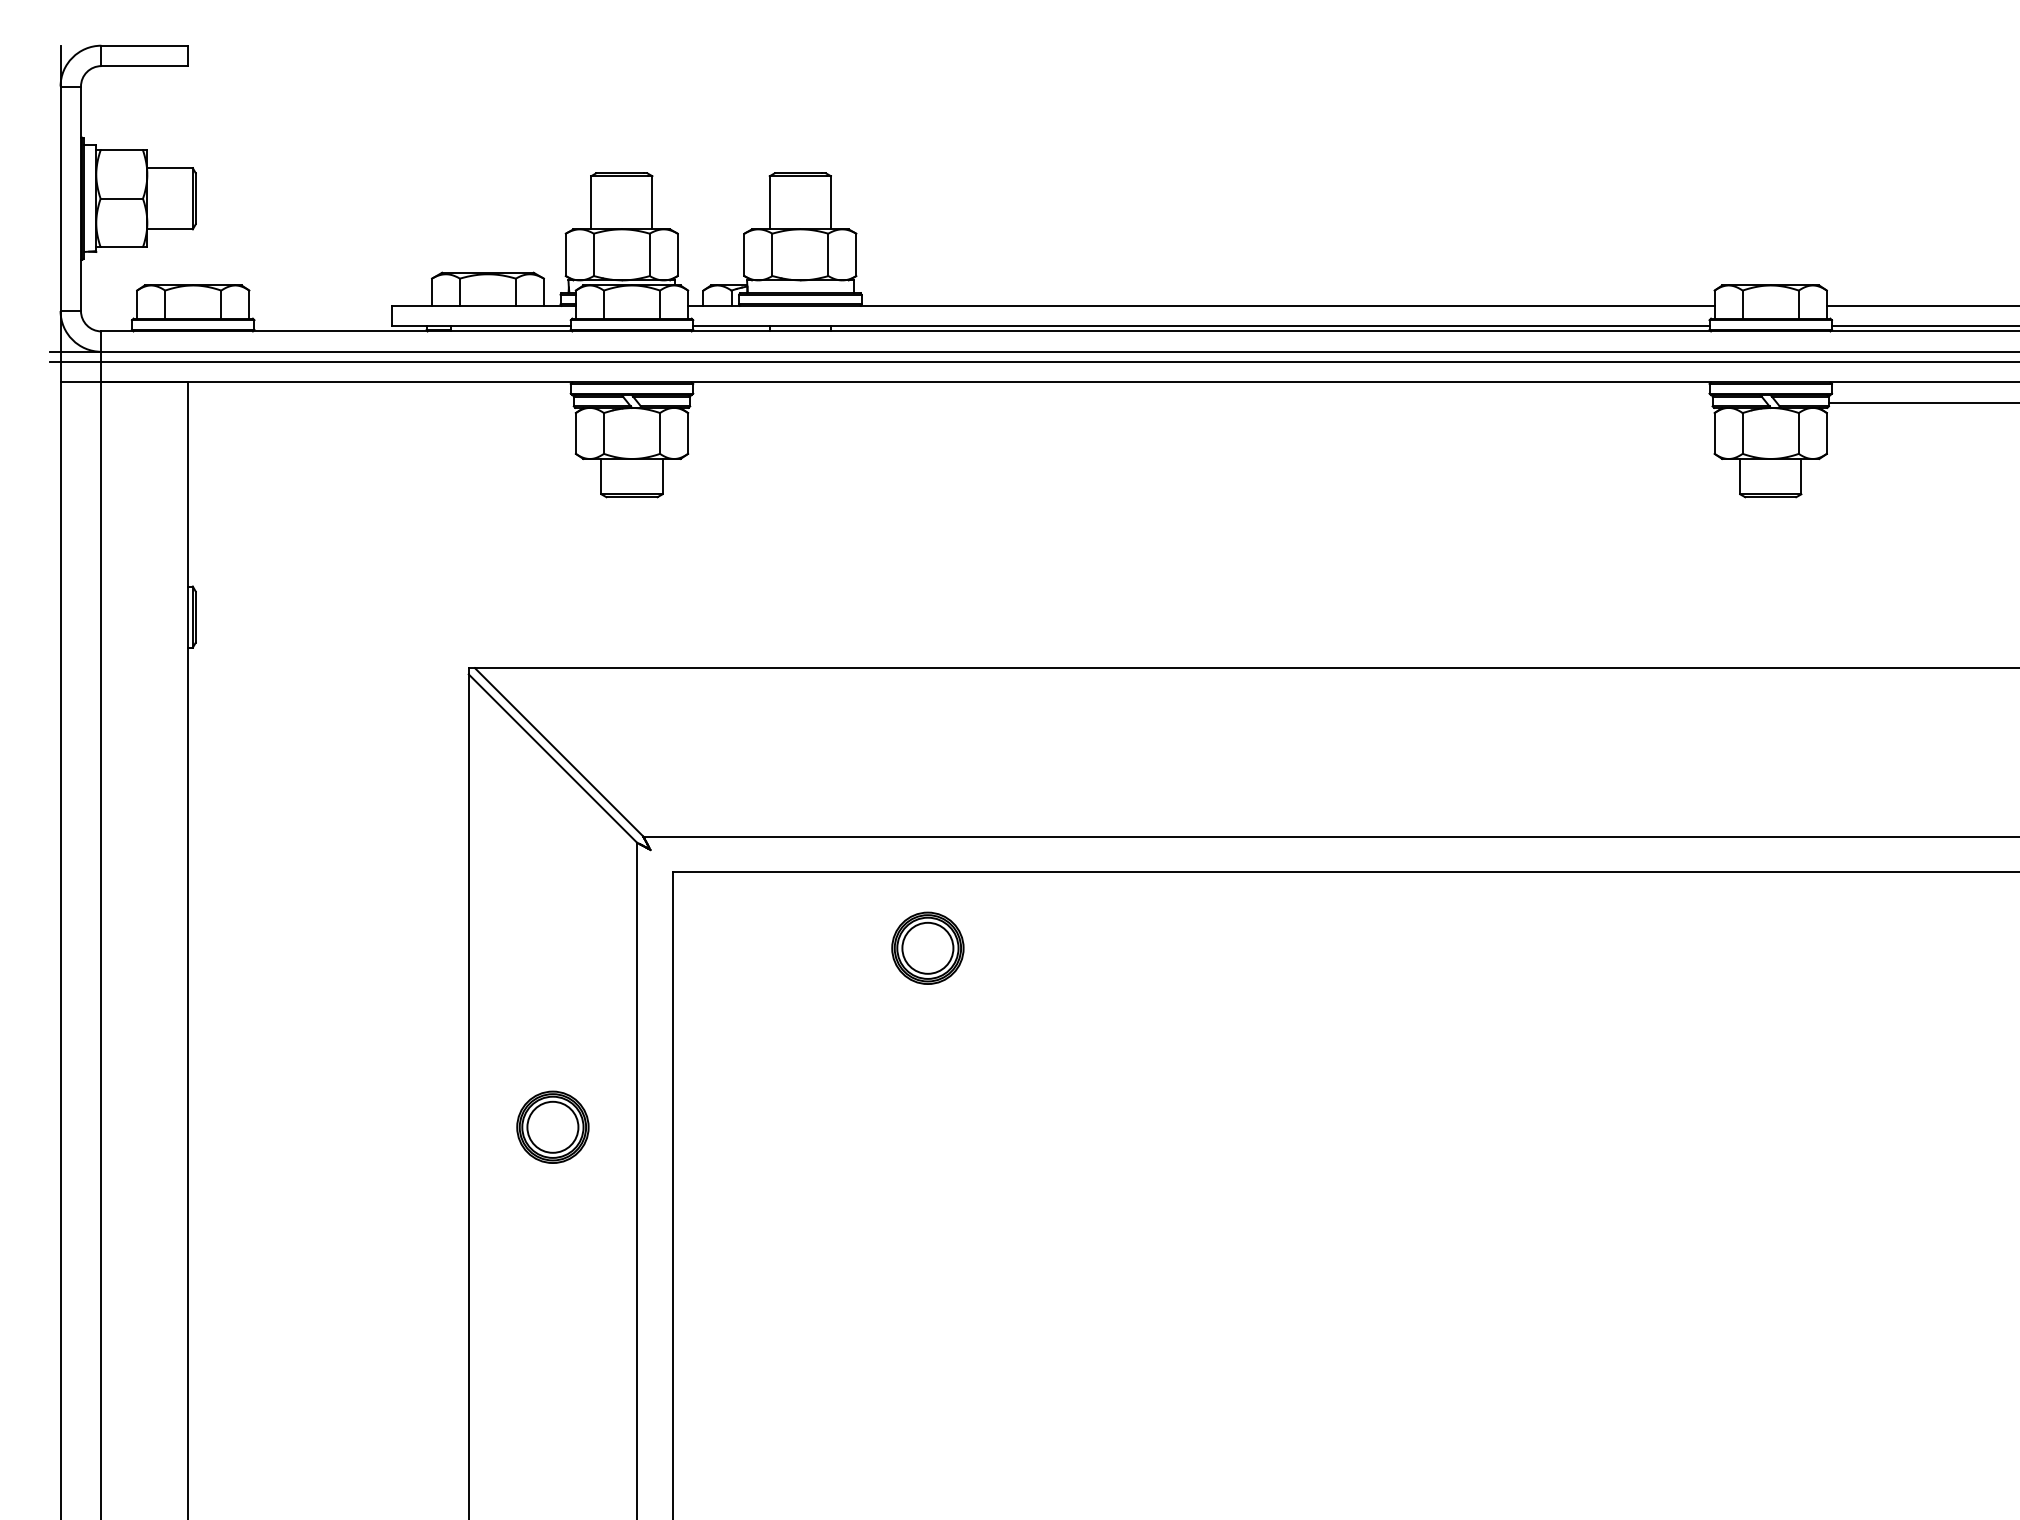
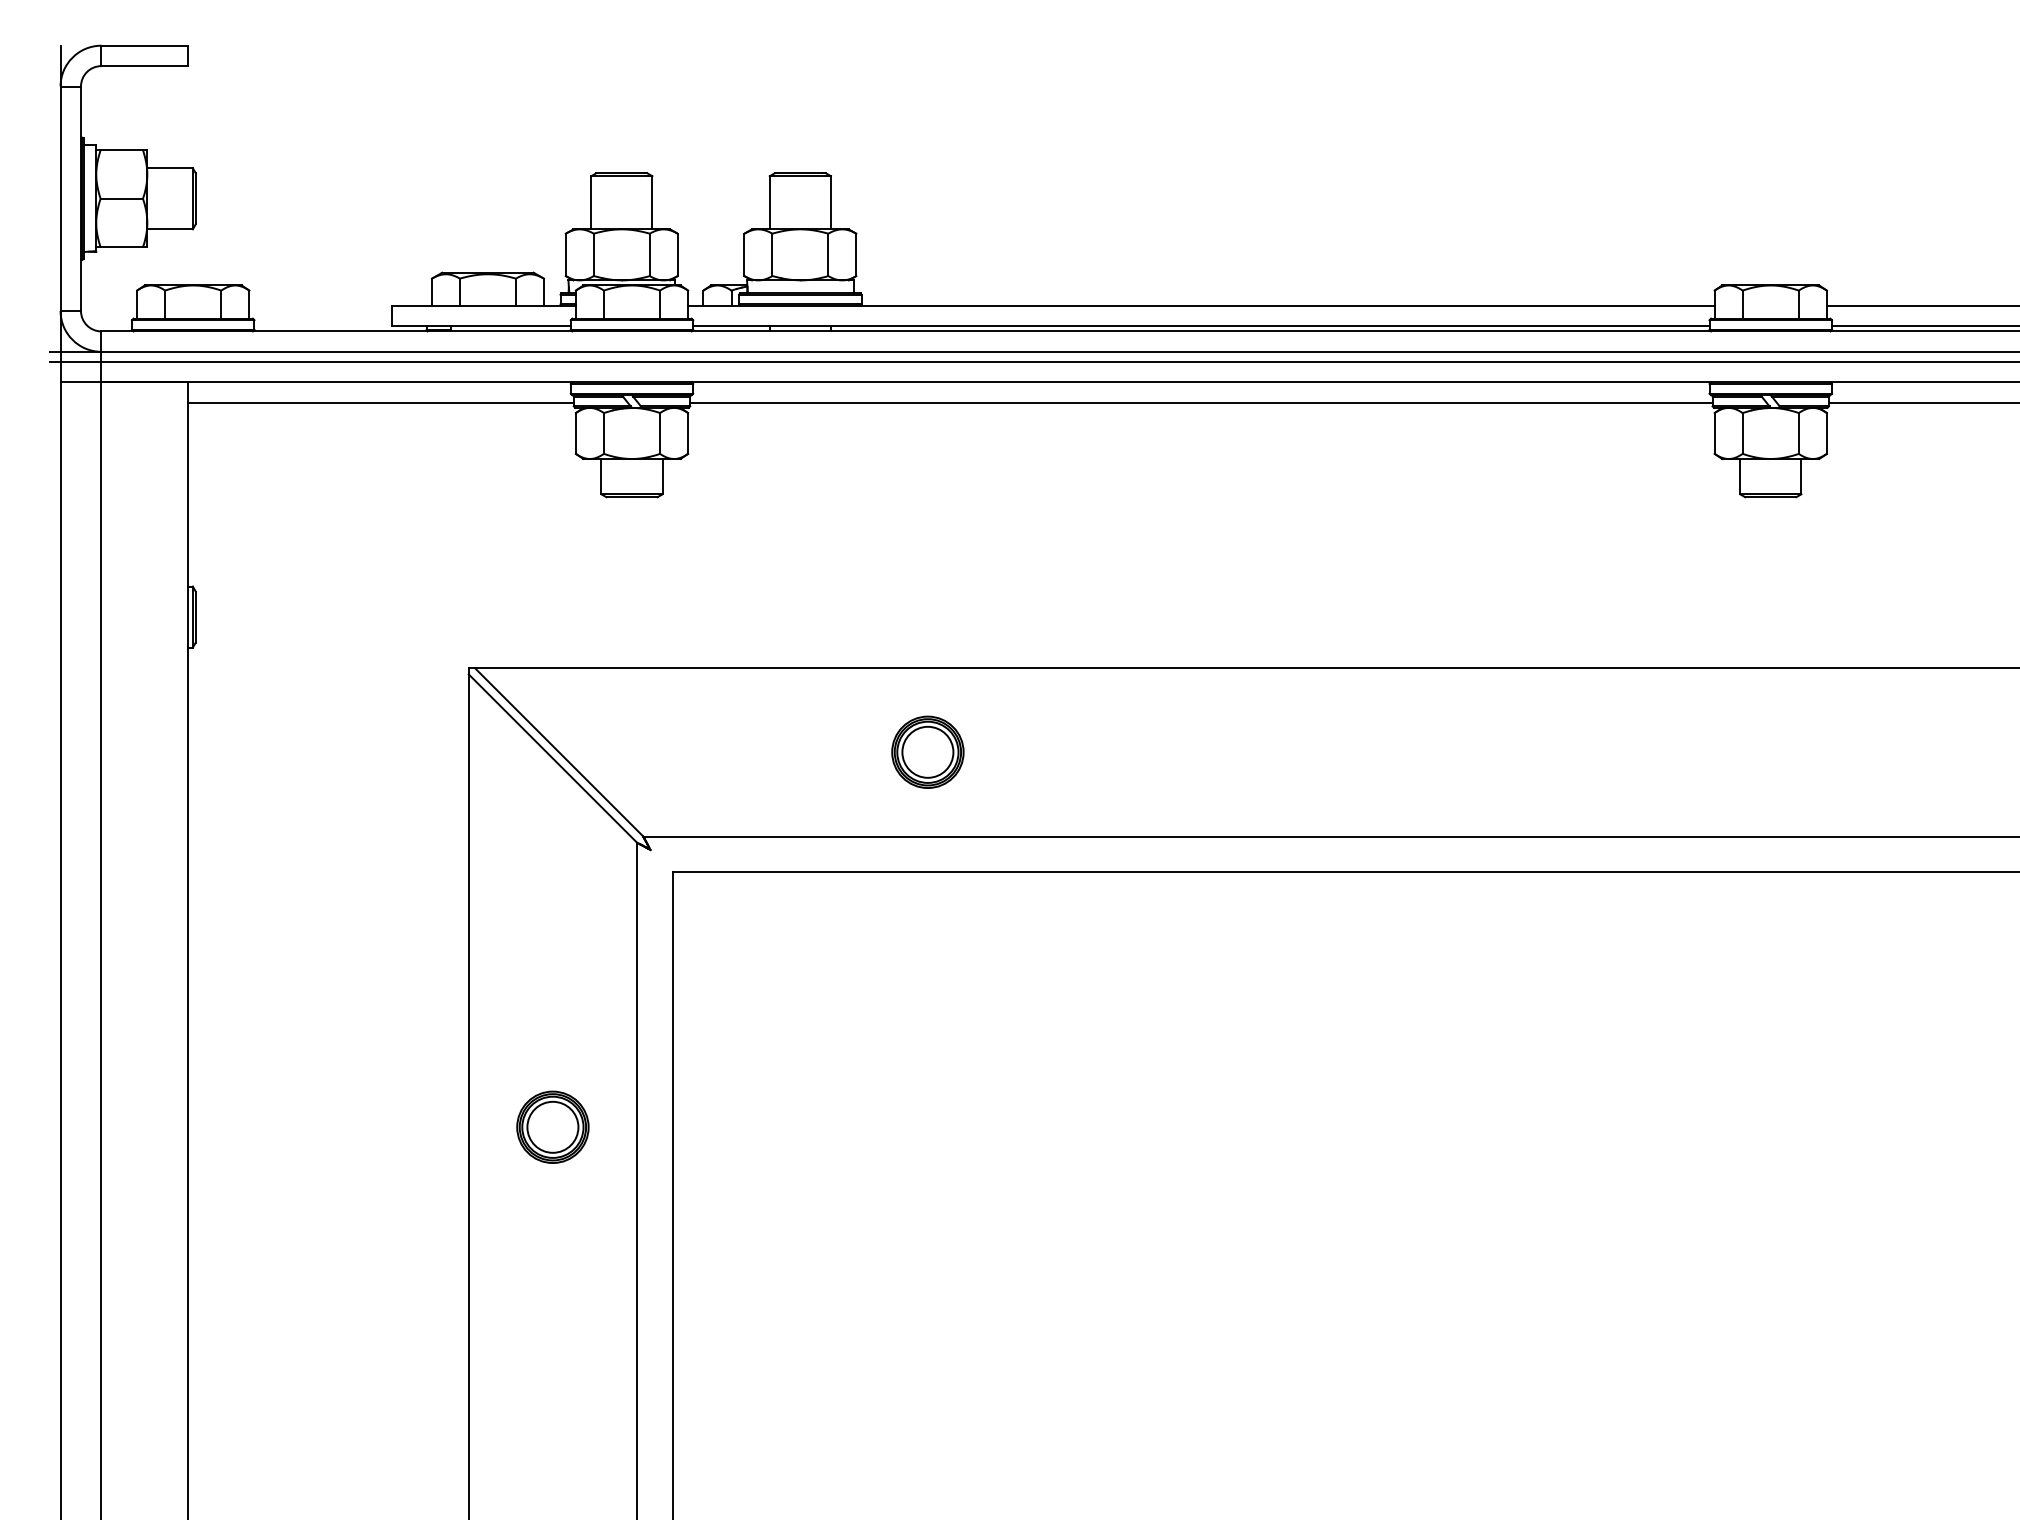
line at (380, 402): none -> present
line at (1201, 402): none -> present
part at (927, 947) position: (927, 947) -> (927, 751)
